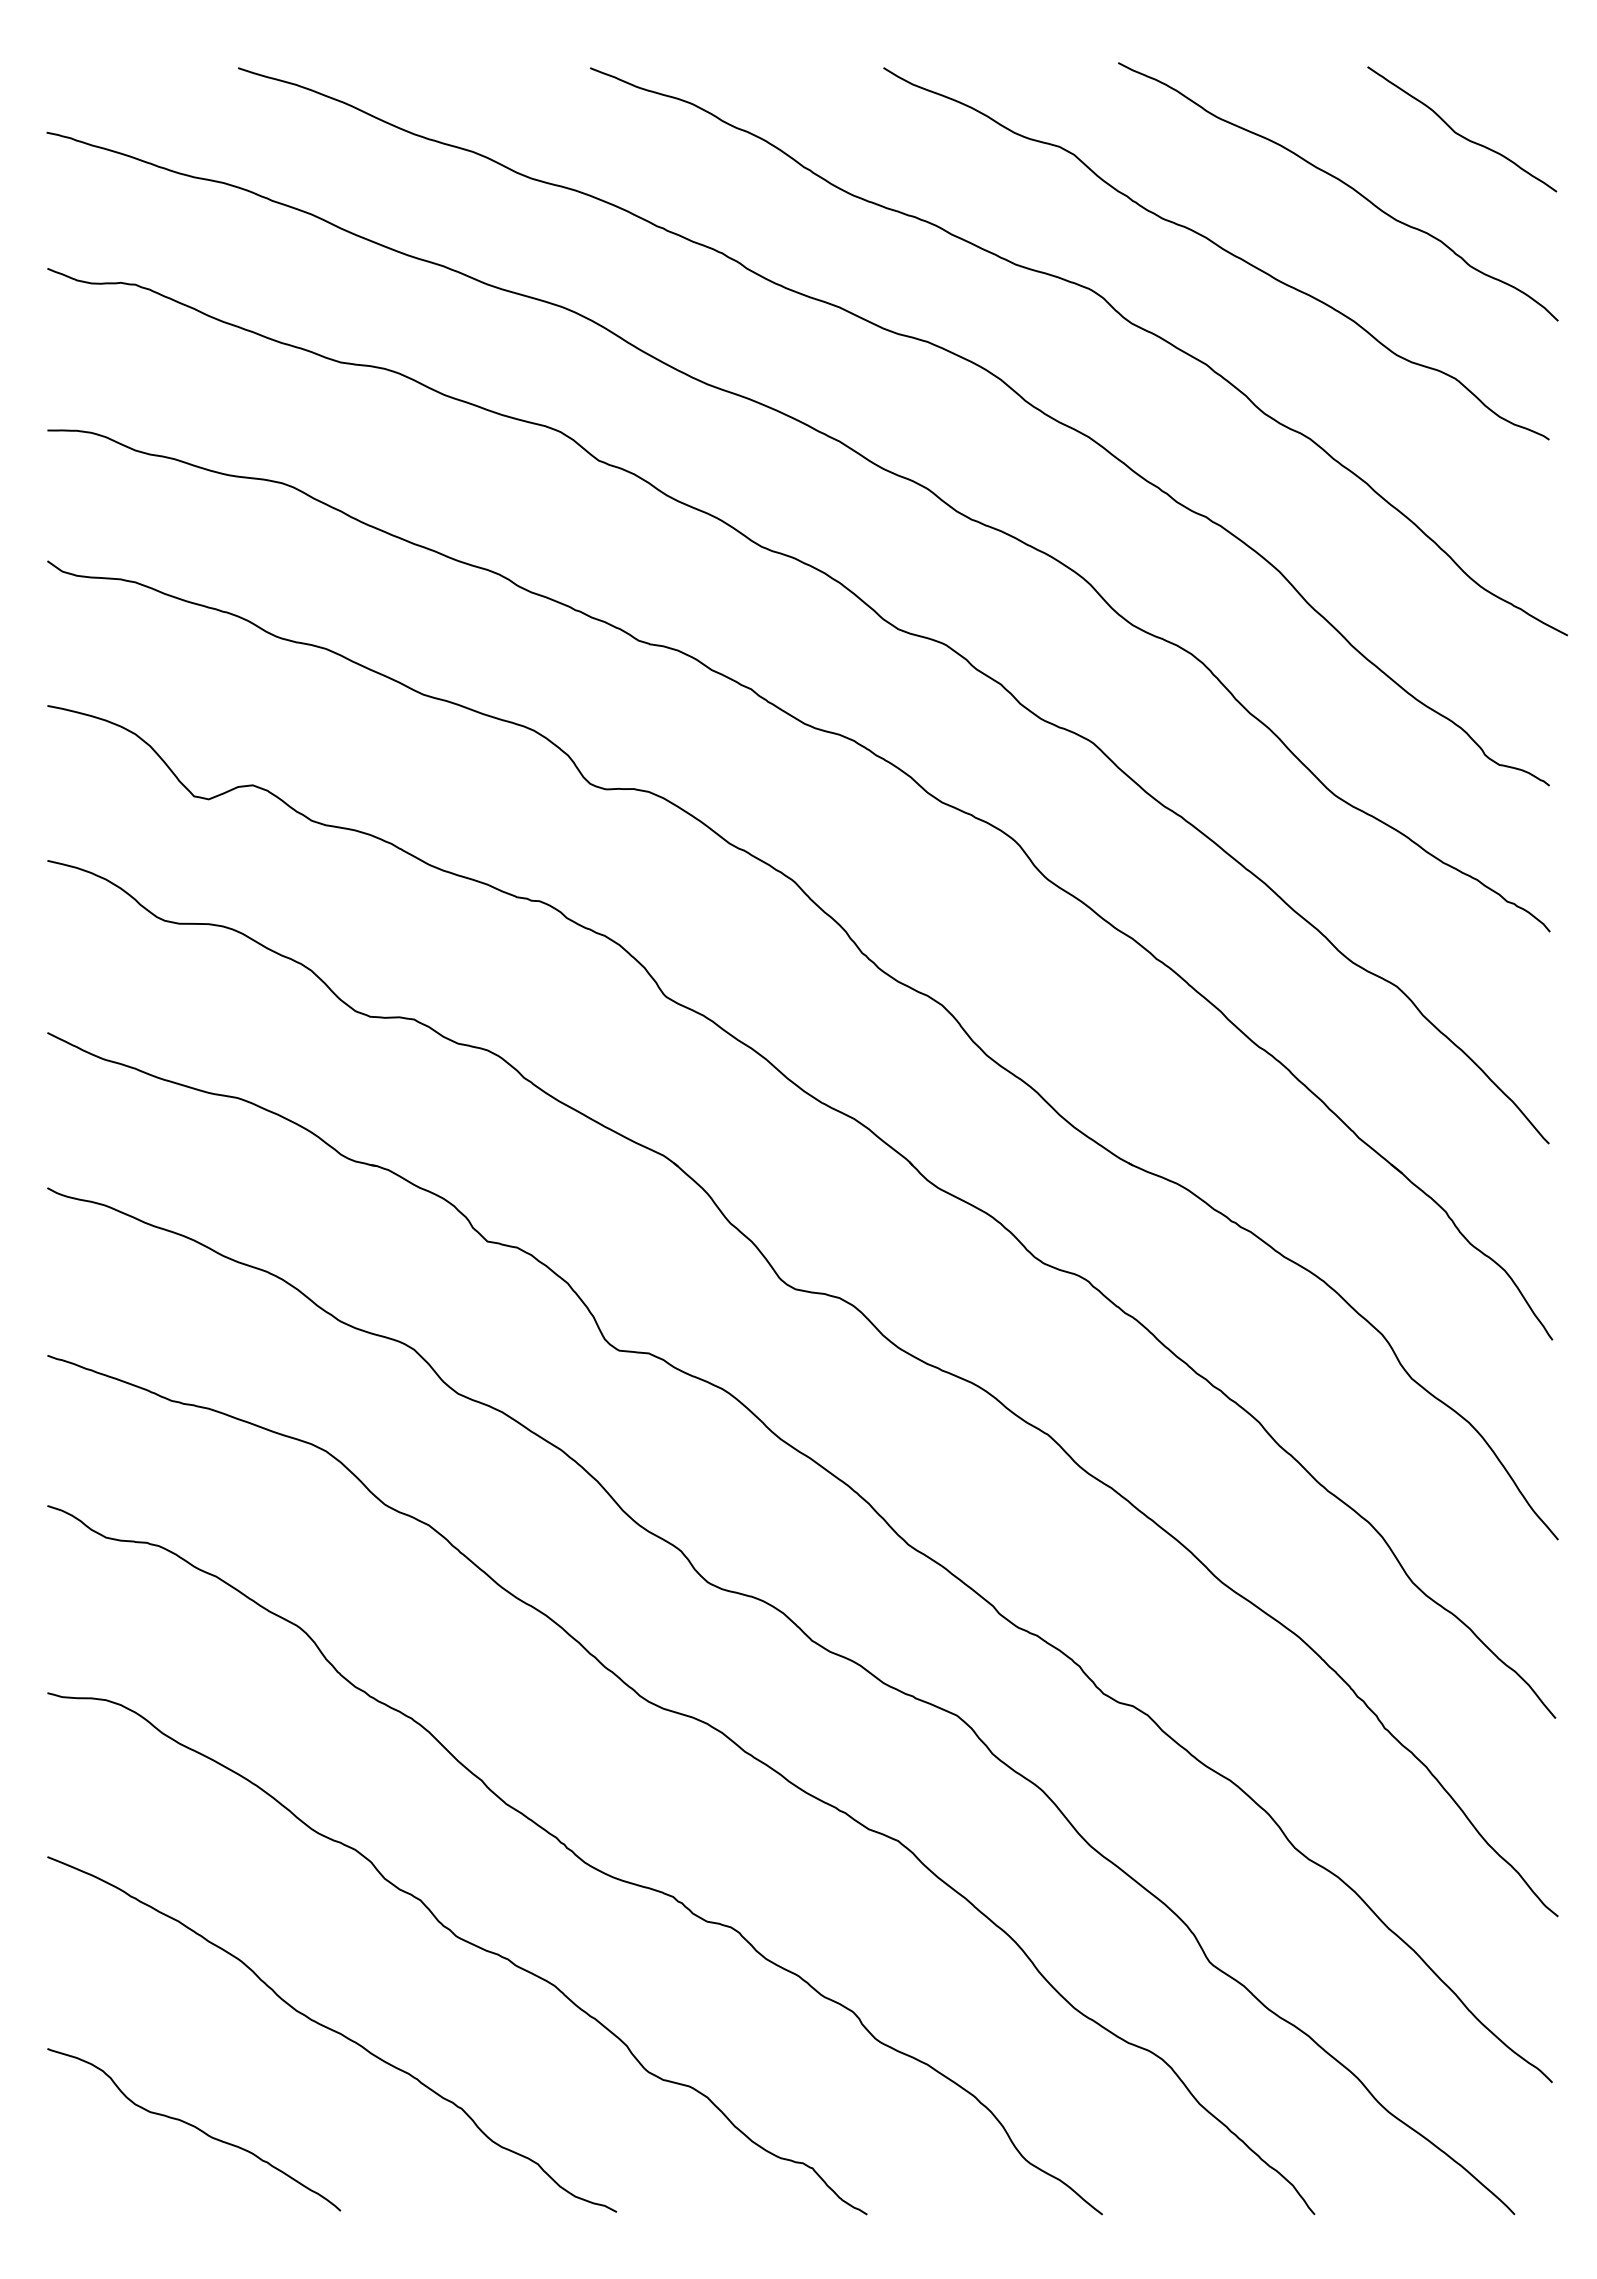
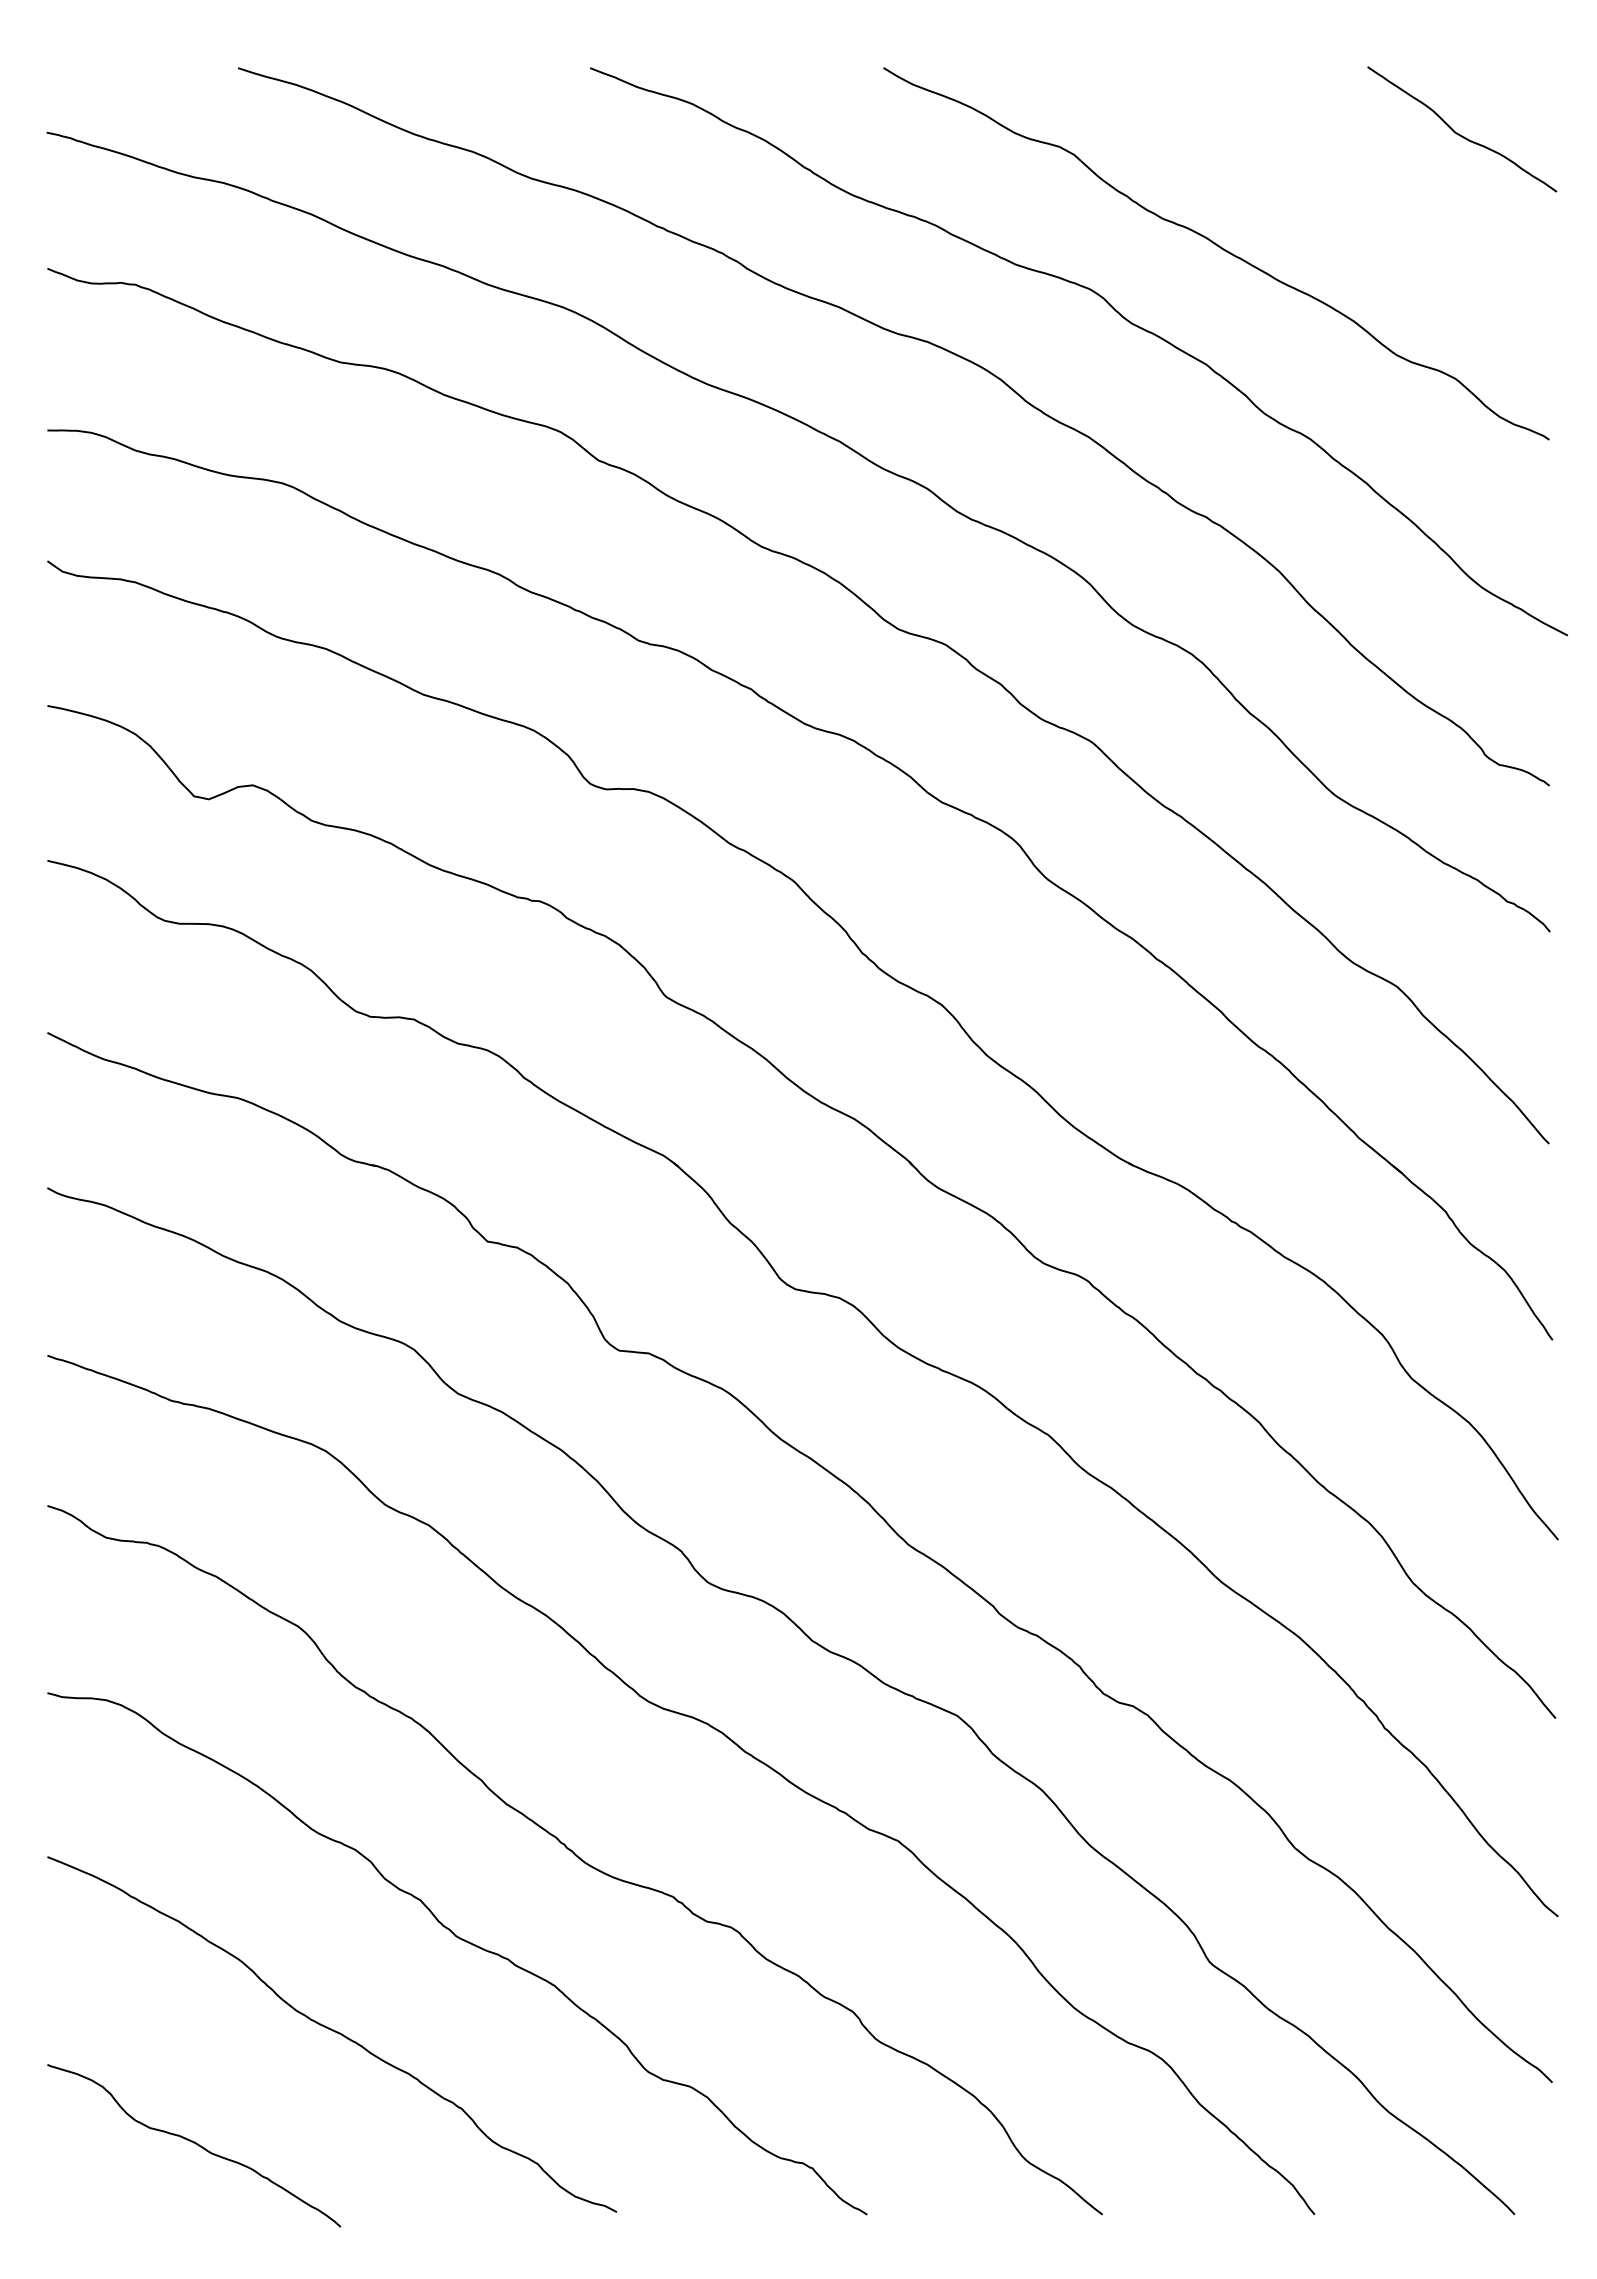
curve at (1344, 184): present -> none
curve at (195, 2128) position: (195, 2128) -> (195, 2144)
